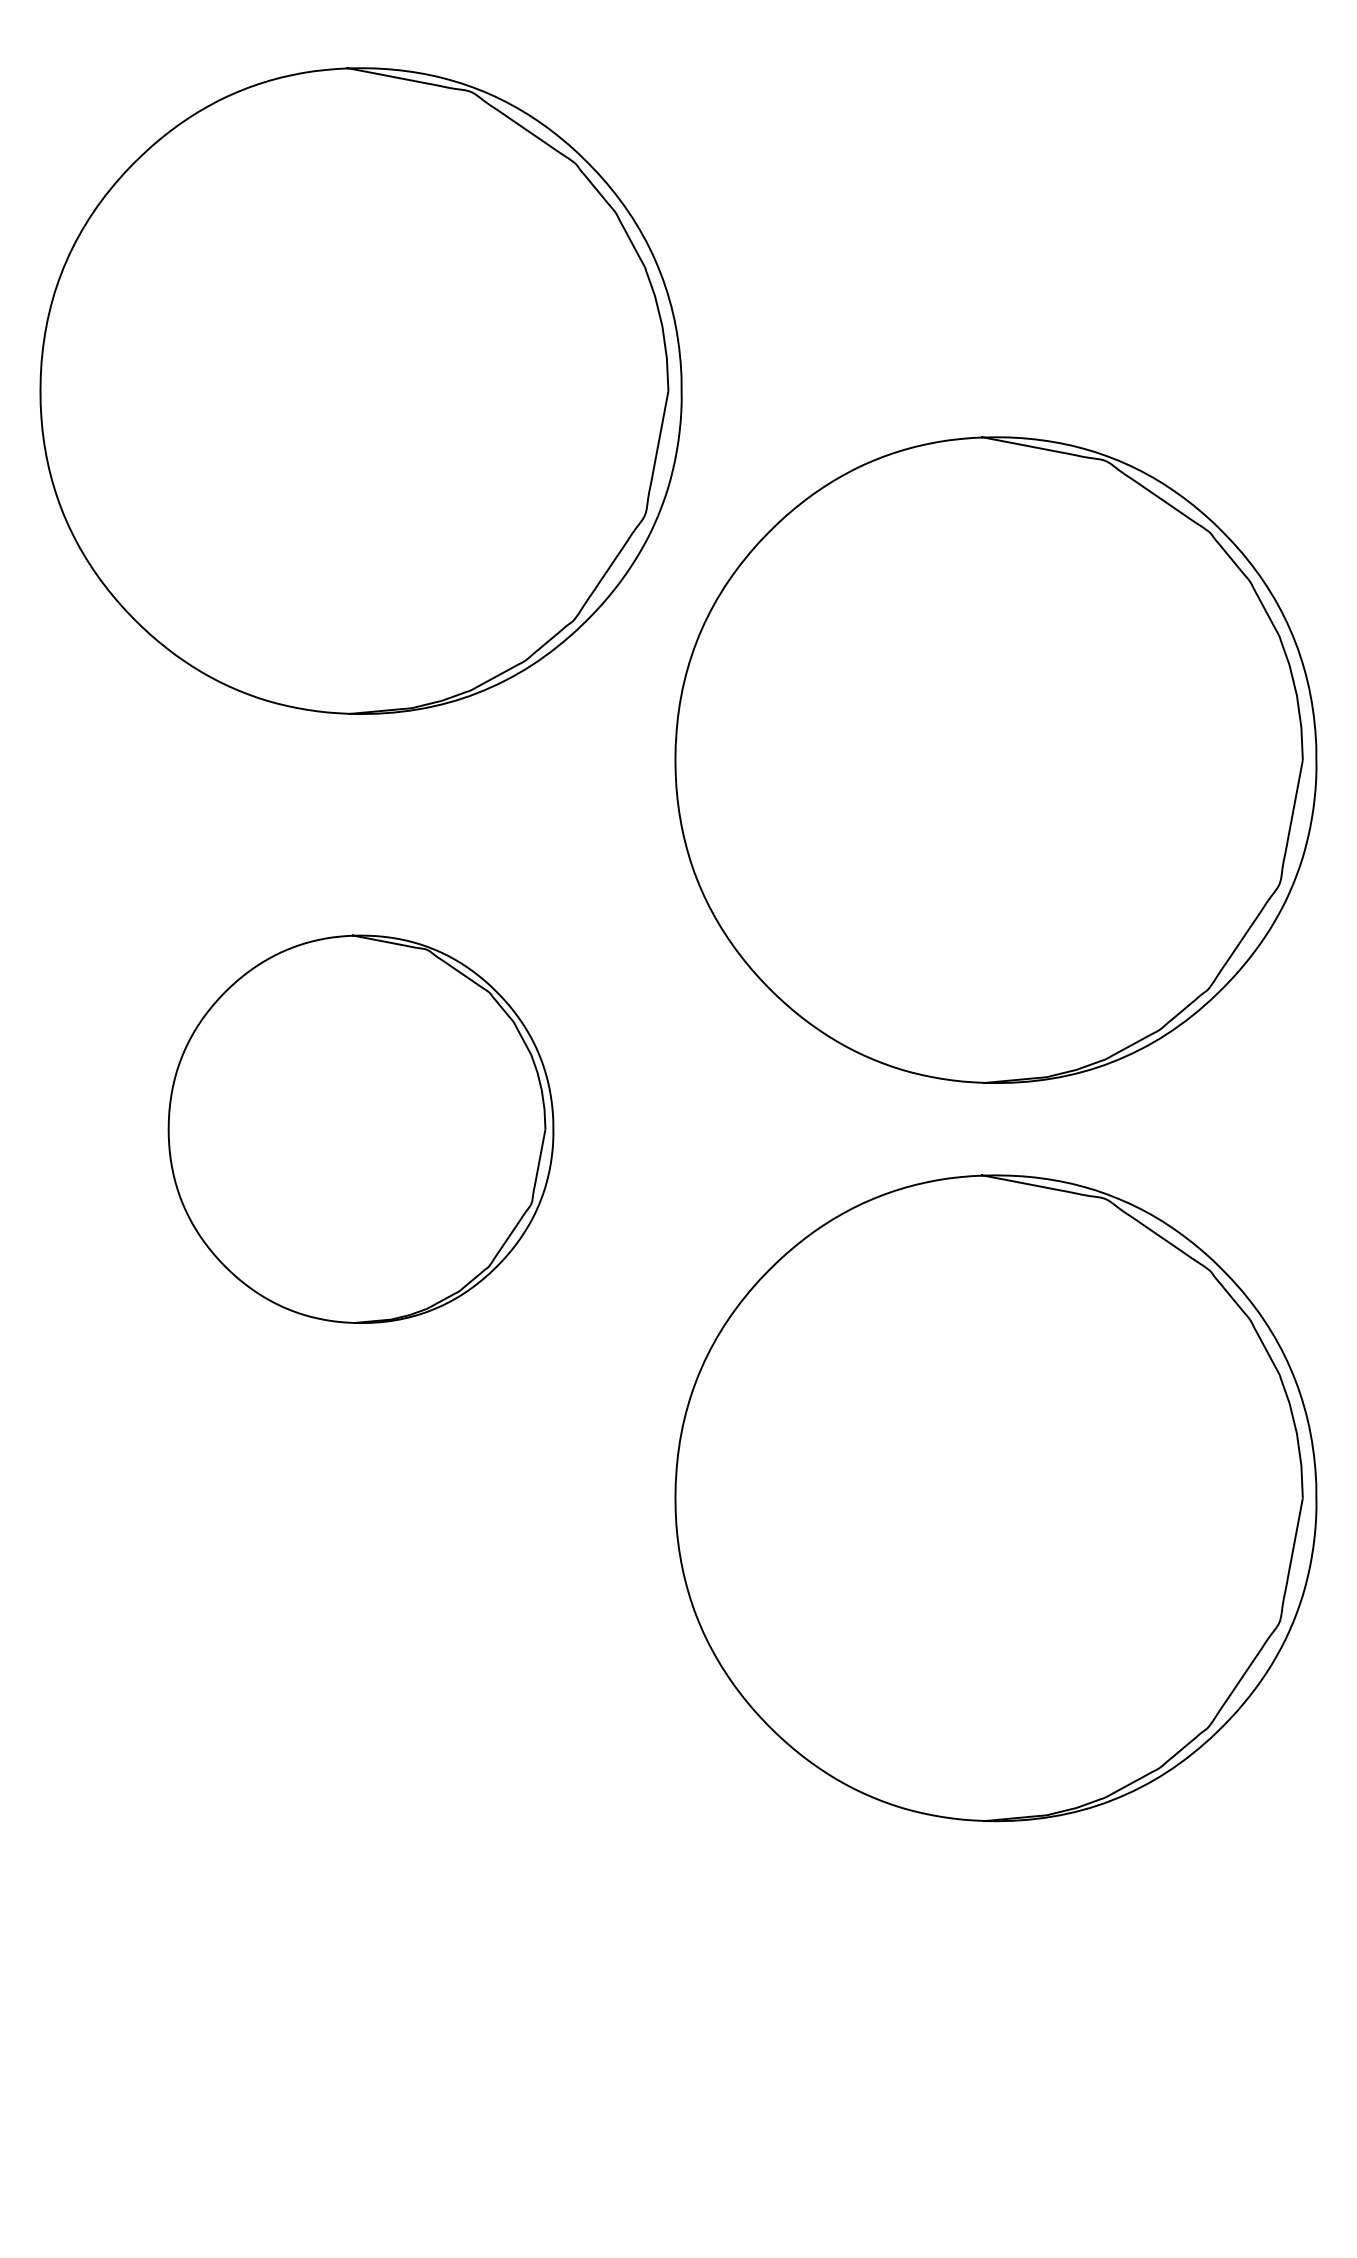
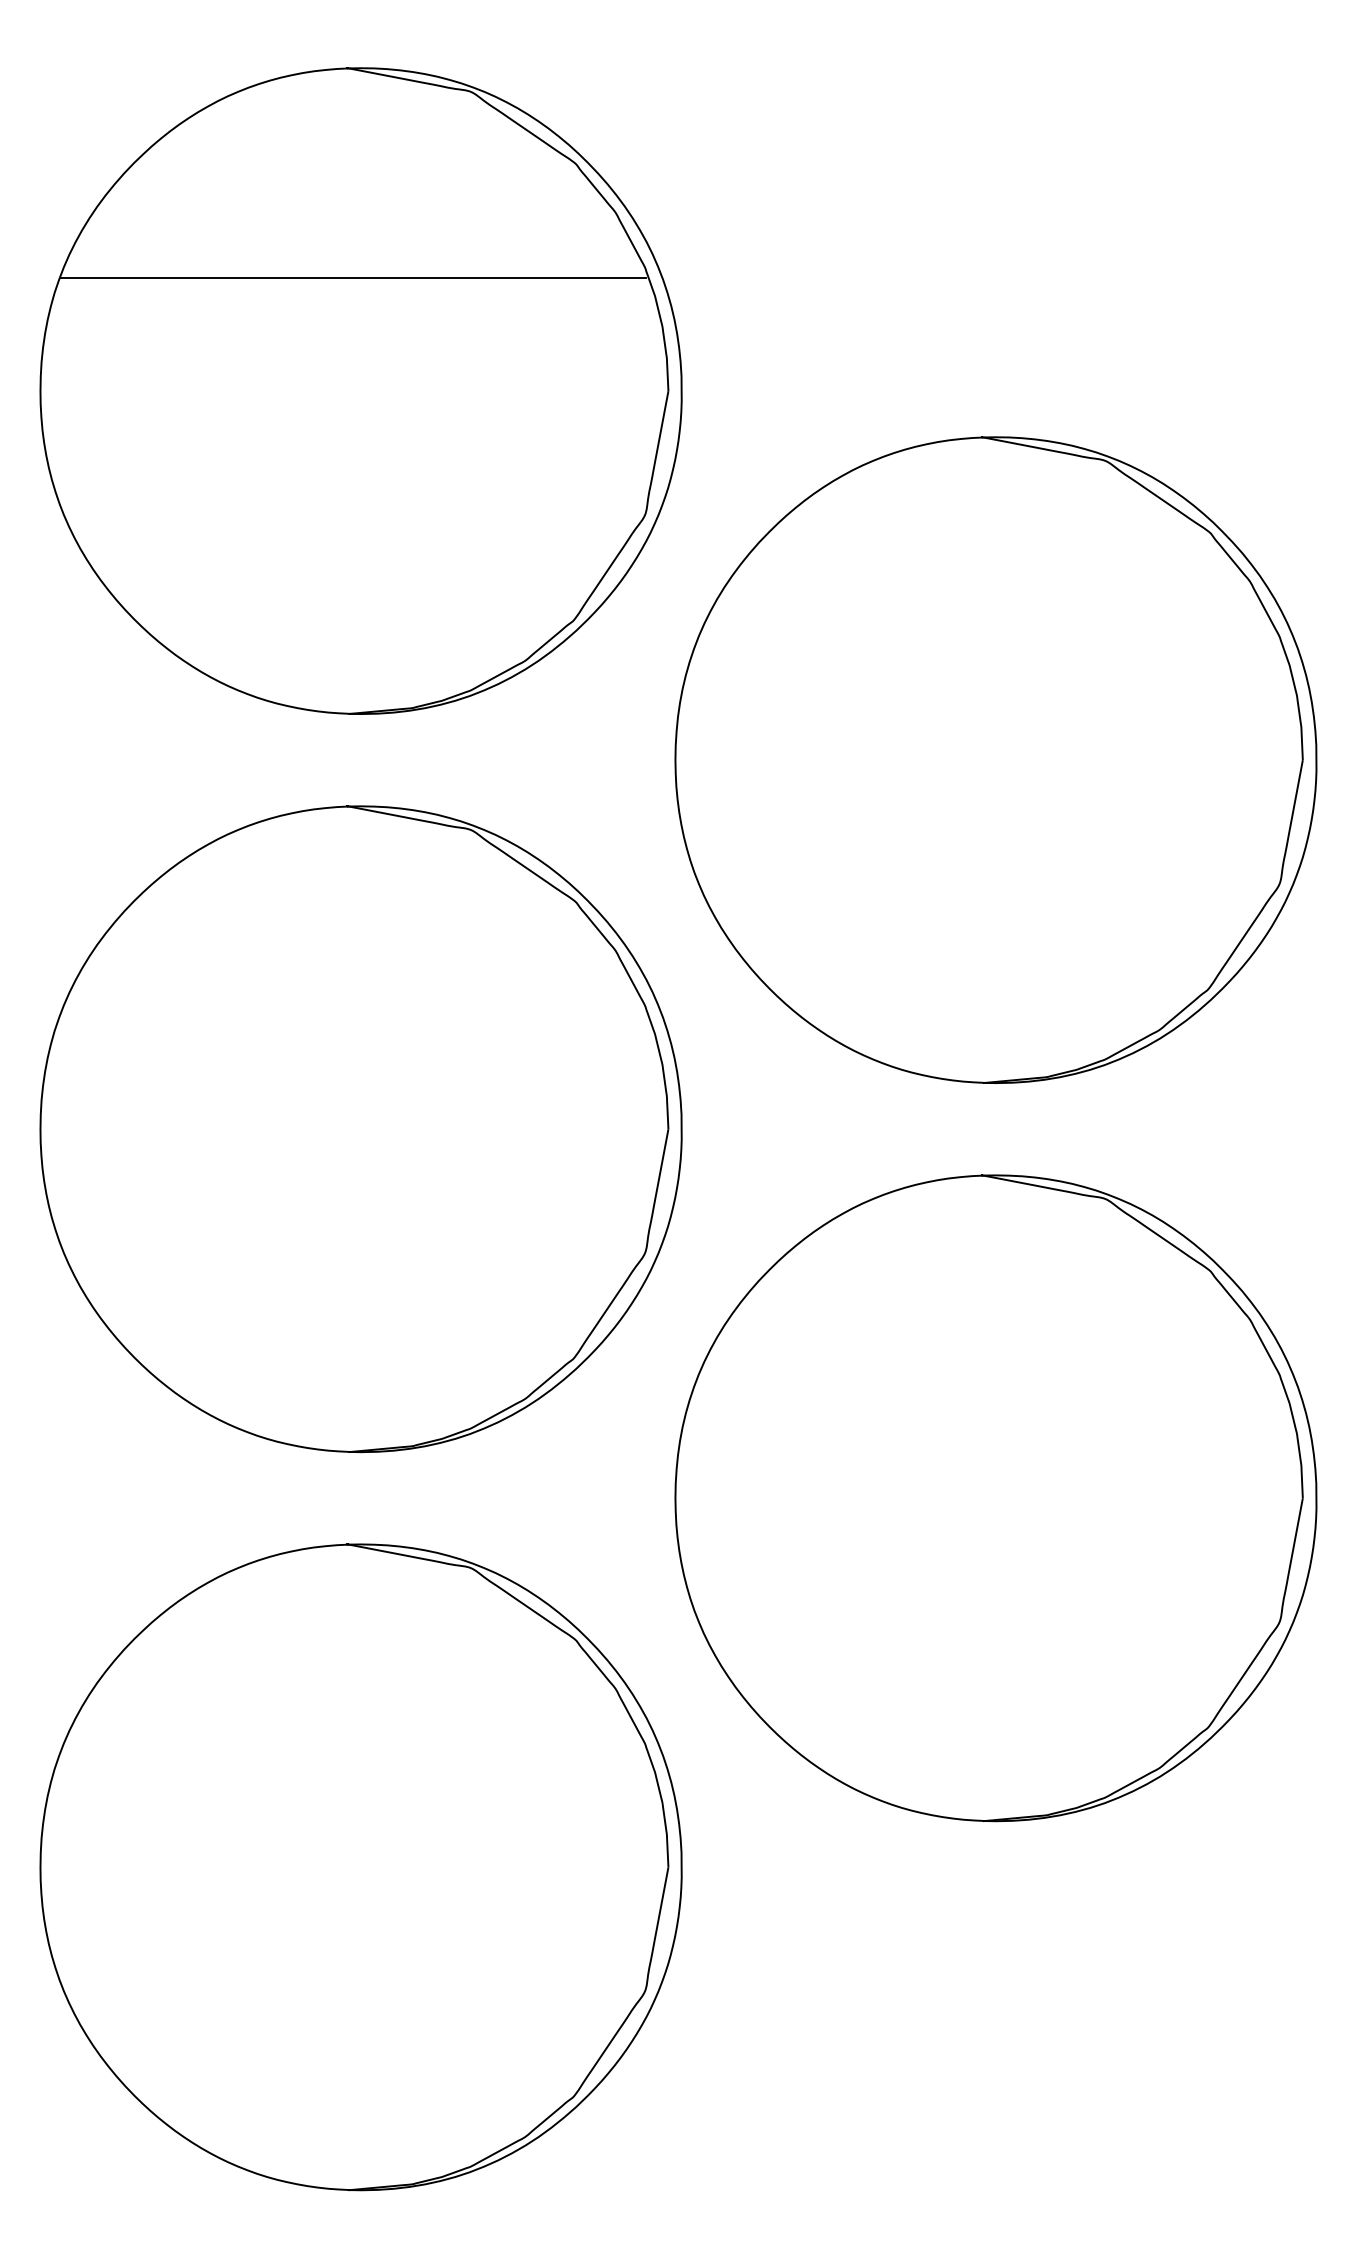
line at (353, 277): none -> present
part at (360, 1128) size: 388x390 px -> 644x649 px
part at (360, 1867): none -> present
